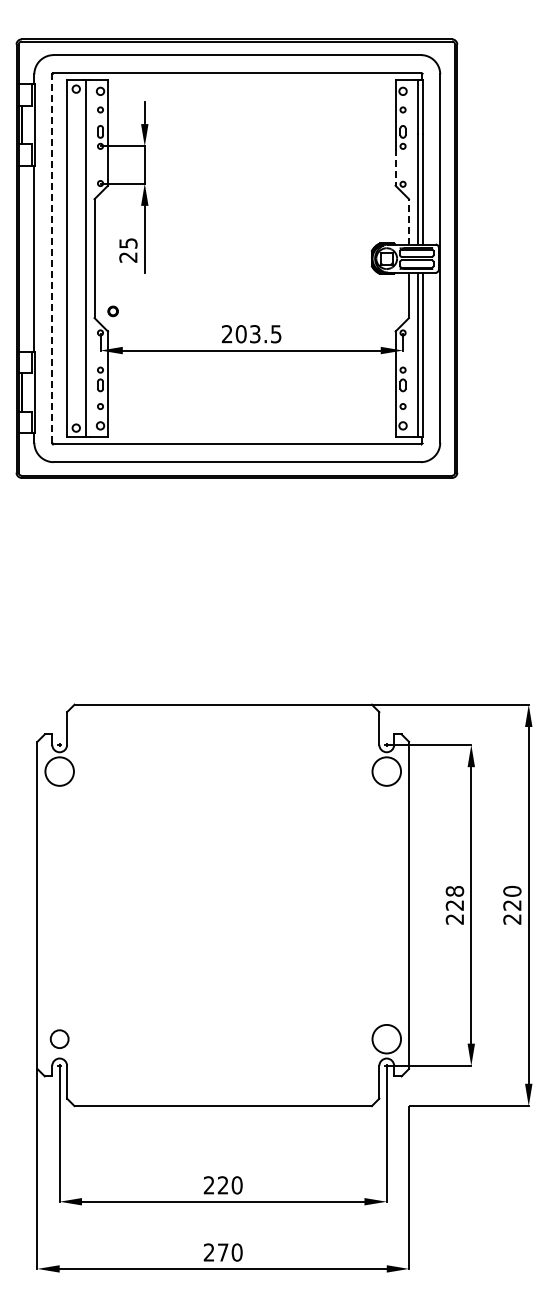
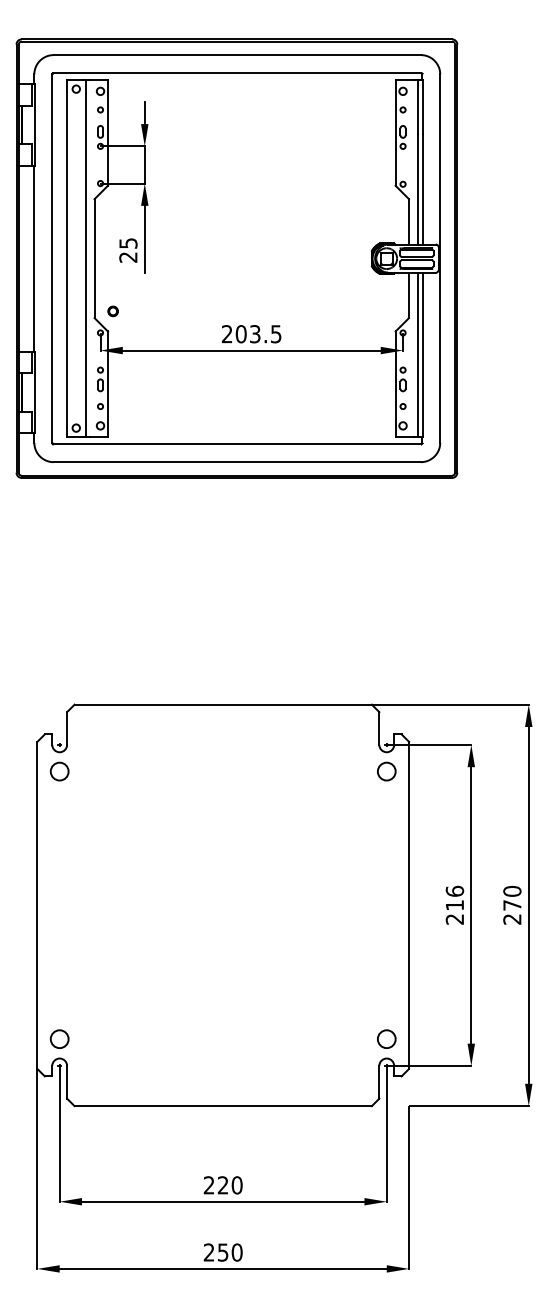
line at (395, 168): dashed -> solid
line at (409, 221): dashed -> solid
line at (52, 258): dashed -> solid
circle at (59, 771) diameter: 29 px -> 18 px
circle at (386, 771) diameter: 29 px -> 18 px
text at (454, 897): 228 -> 216
text at (512, 905): 220 -> 270
circle at (386, 1038) diameter: 29 px -> 18 px
text at (223, 1252): 270 -> 250
